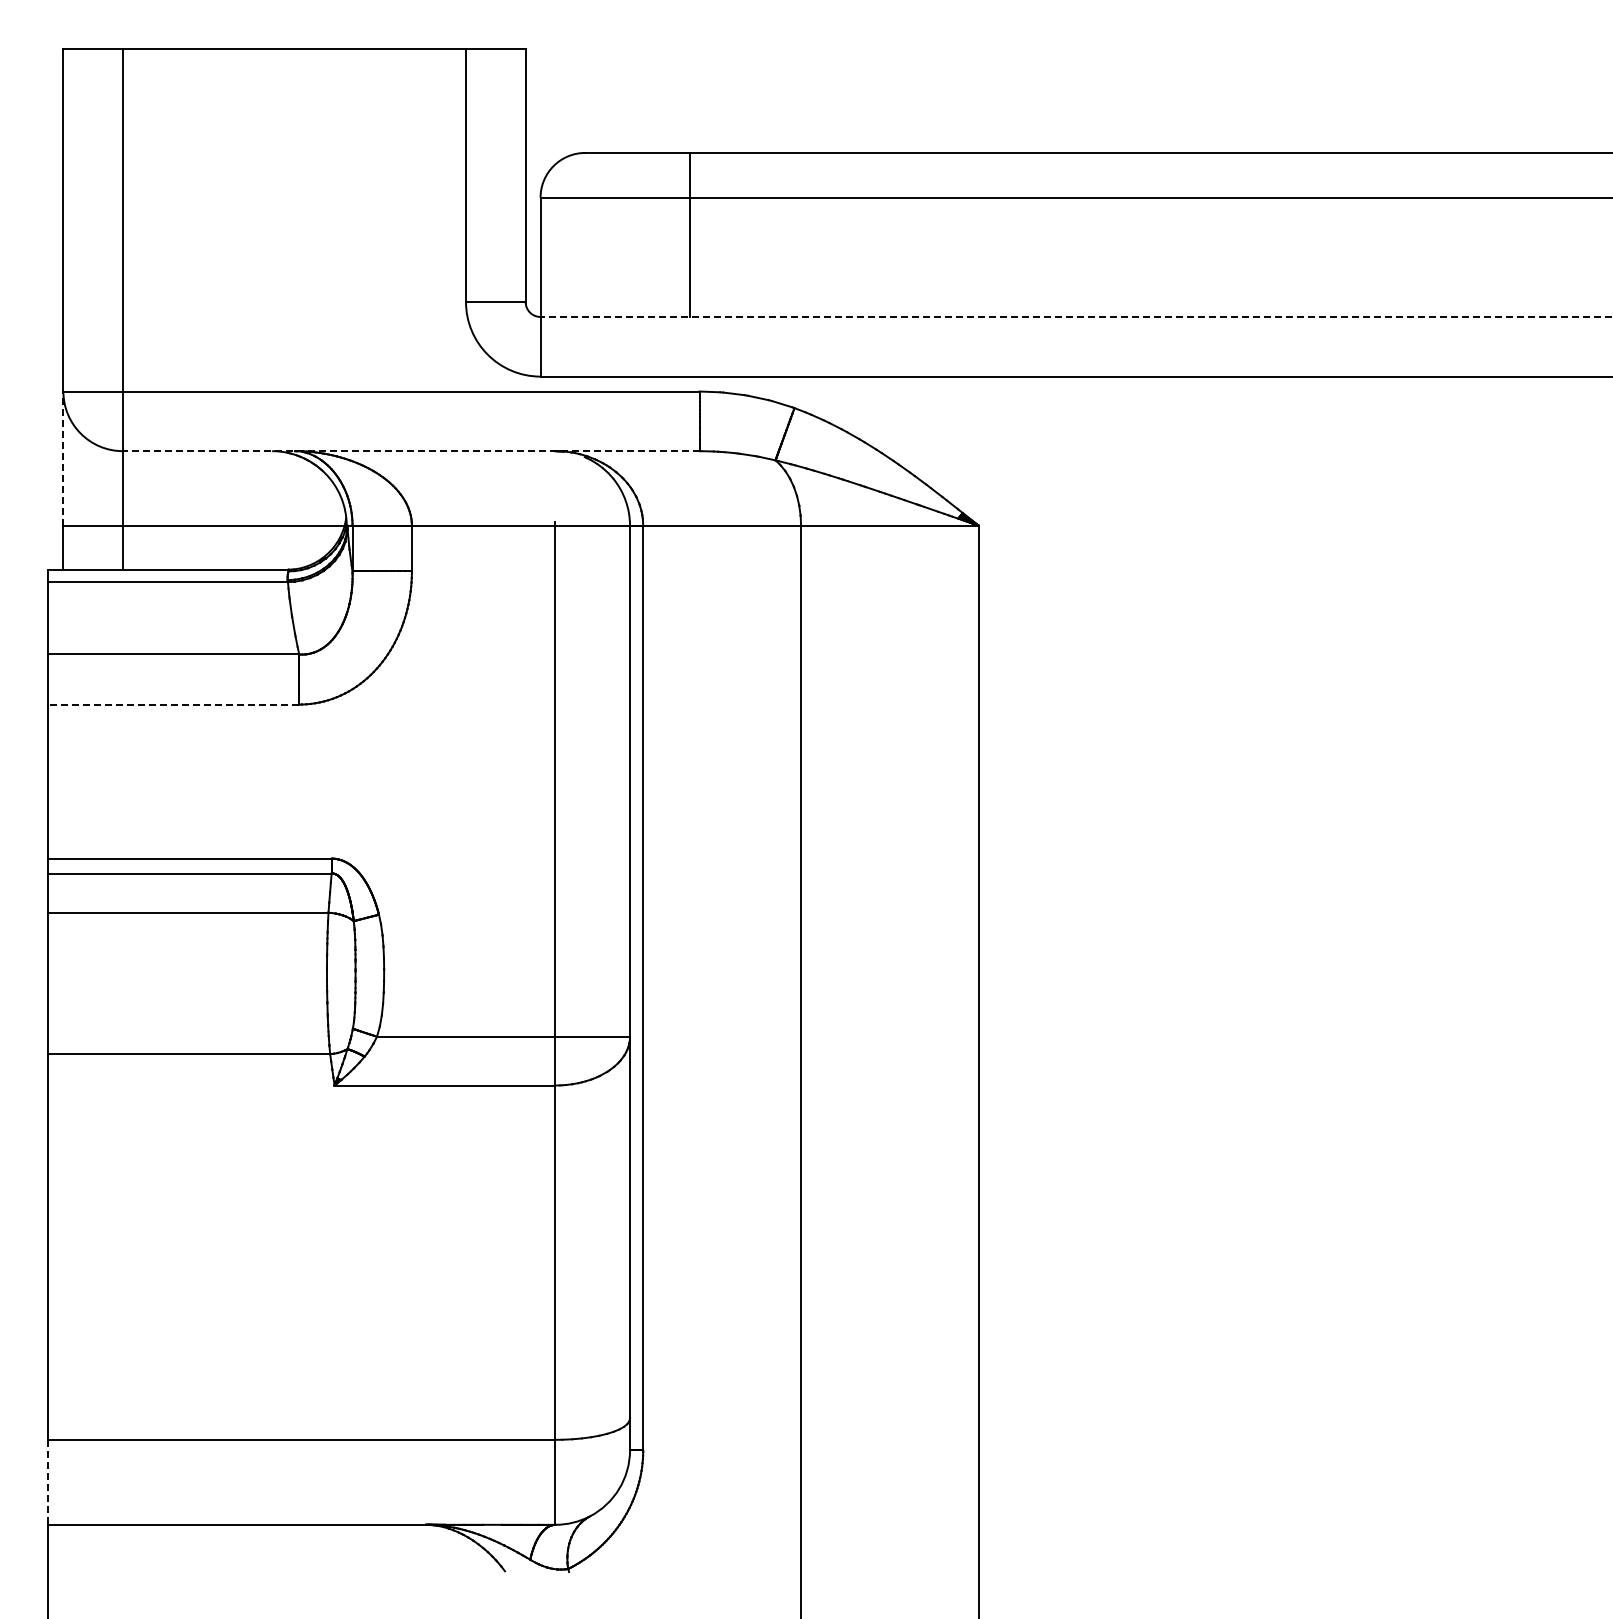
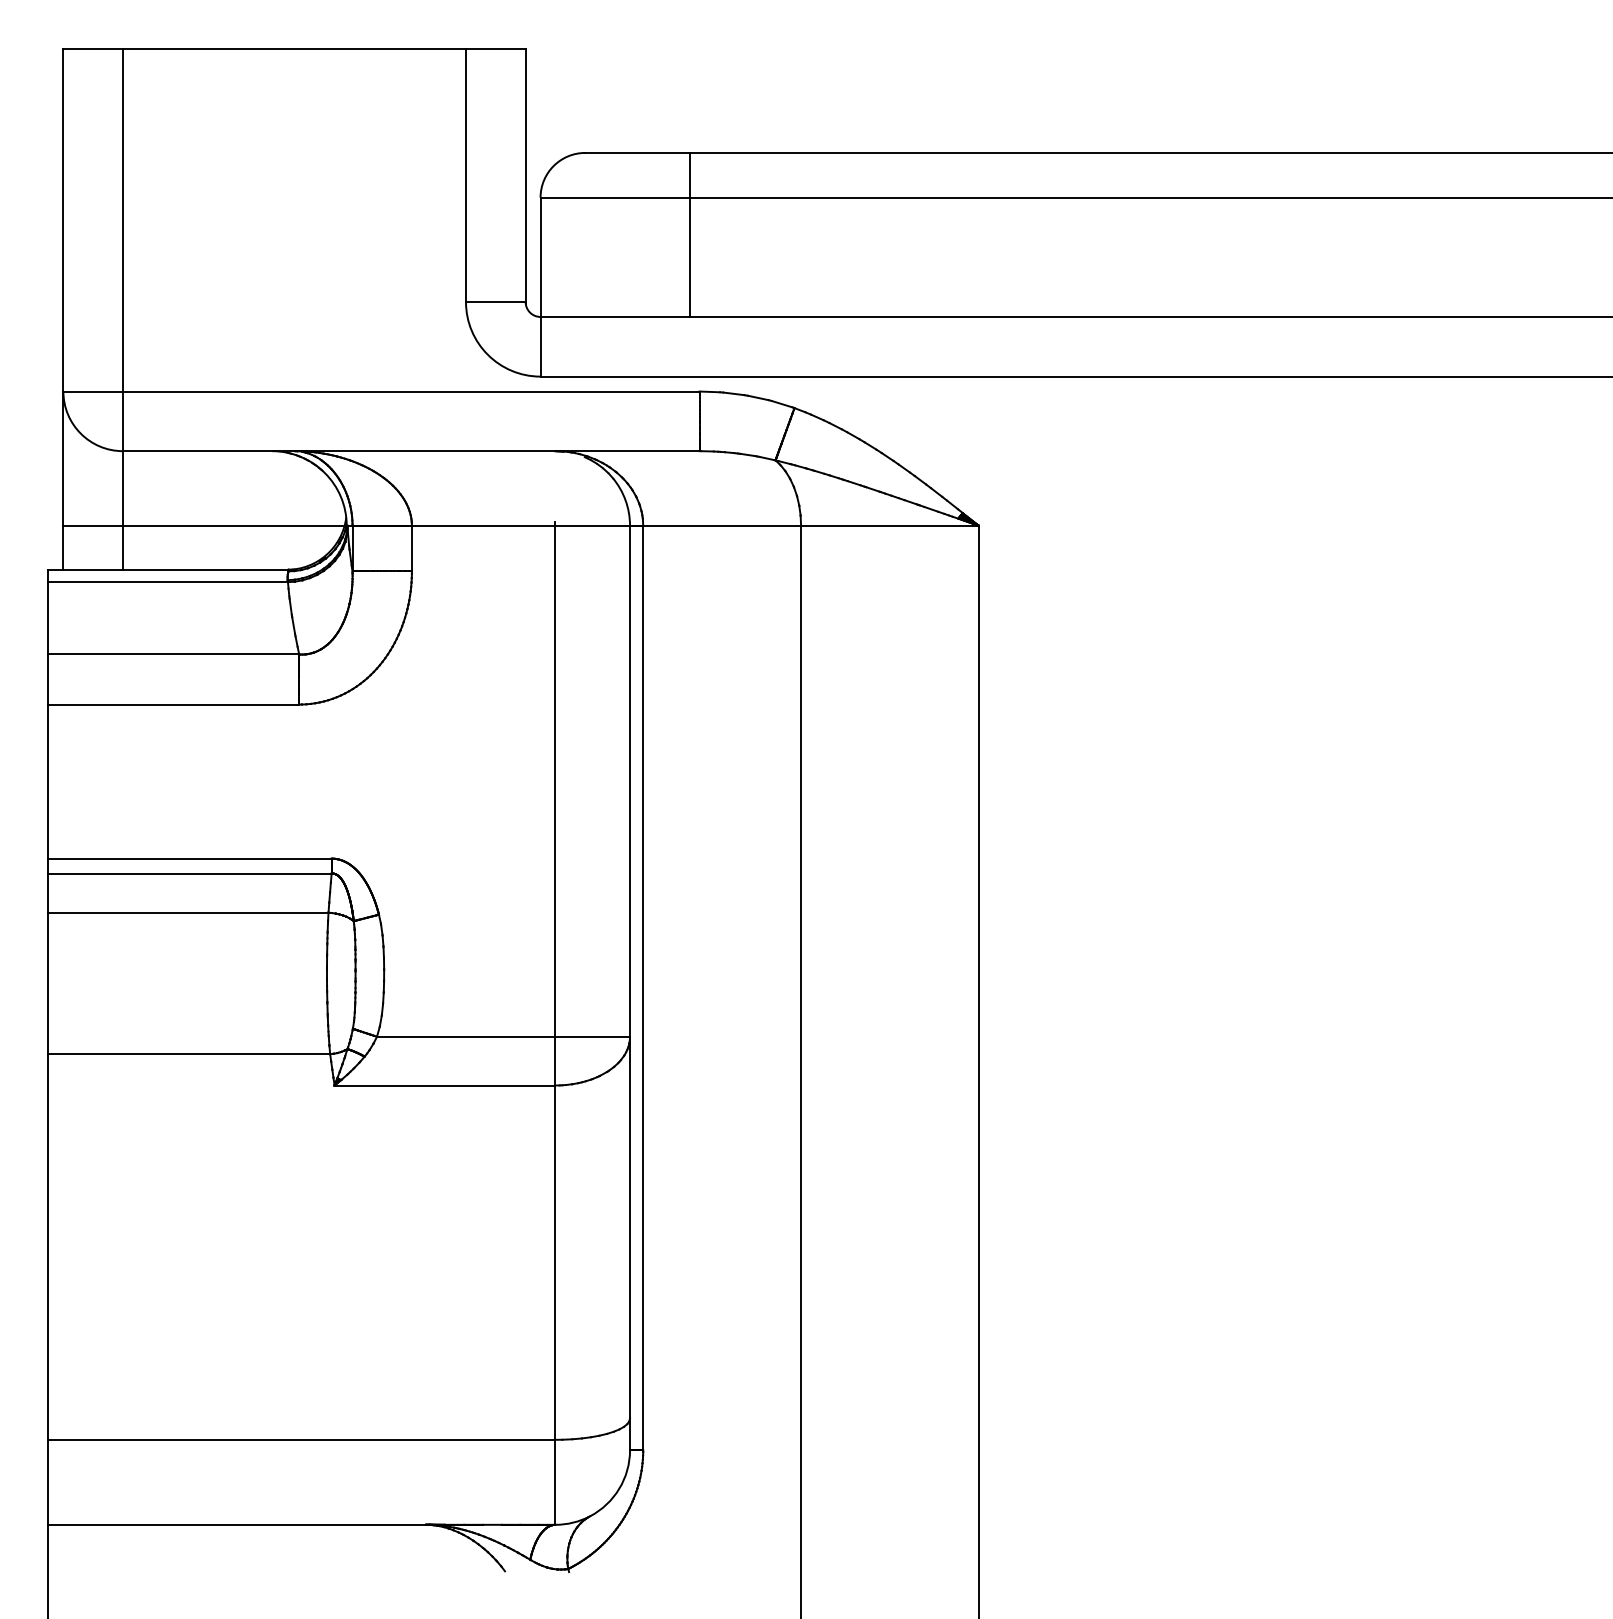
line at (1076, 316): dashed -> solid
line at (410, 451): dashed -> solid
line at (63, 458): dashed -> solid
line at (173, 704): dashed -> solid
line at (48, 1482): dashed -> solid
